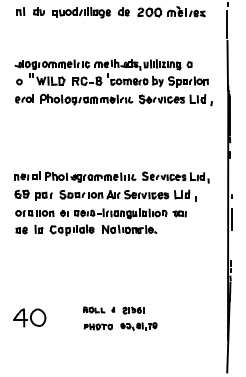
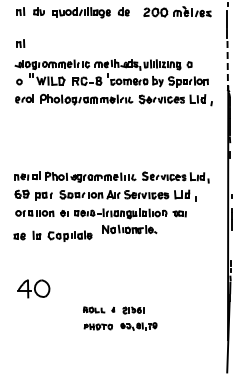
part at (171, 11) position: (171, 11) -> (177, 11)
part at (20, 43): none -> present
line at (227, 65): solid -> dashed
part at (54, 229) position: (54, 229) -> (52, 235)
part at (29, 317) position: (29, 317) -> (33, 288)
